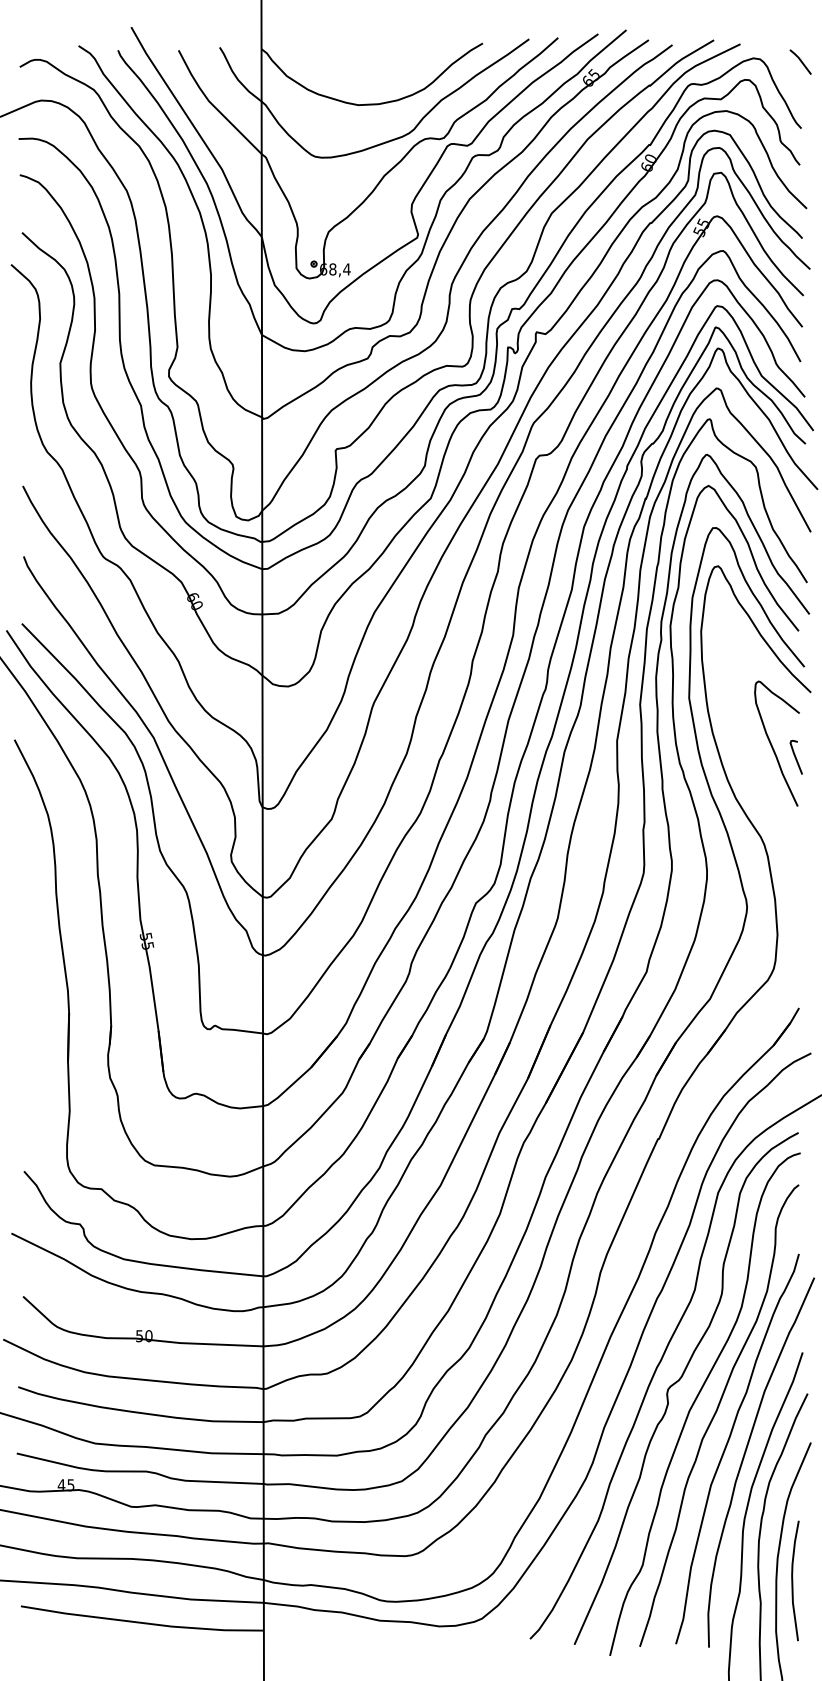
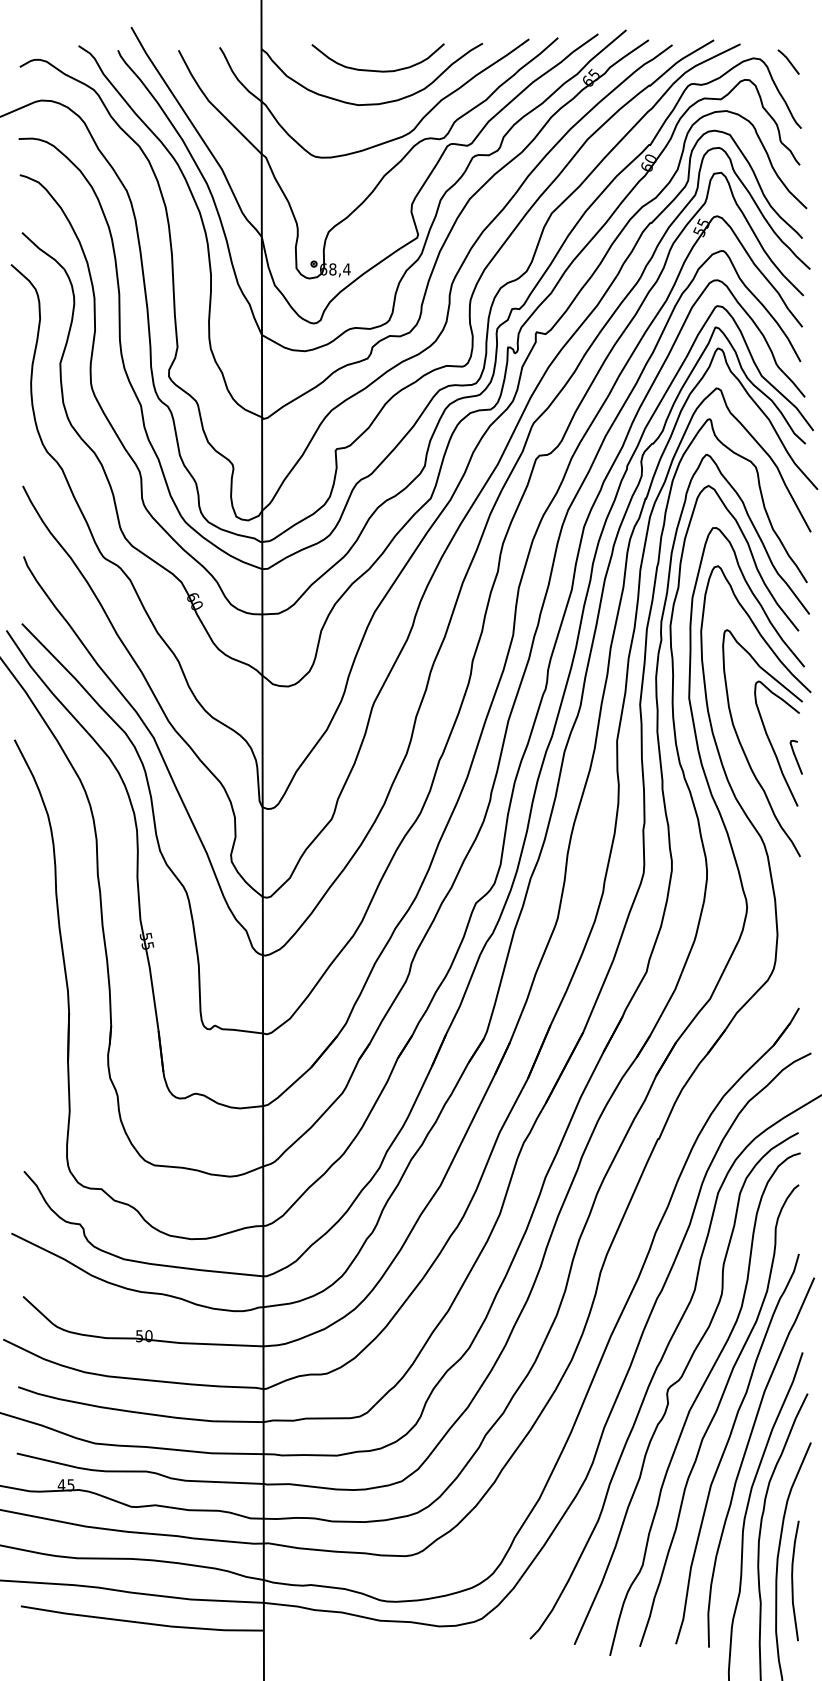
line at (800, 61) position: (800, 61) -> (788, 61)
curve at (377, 70): none -> present
curve at (745, 752): none -> present
